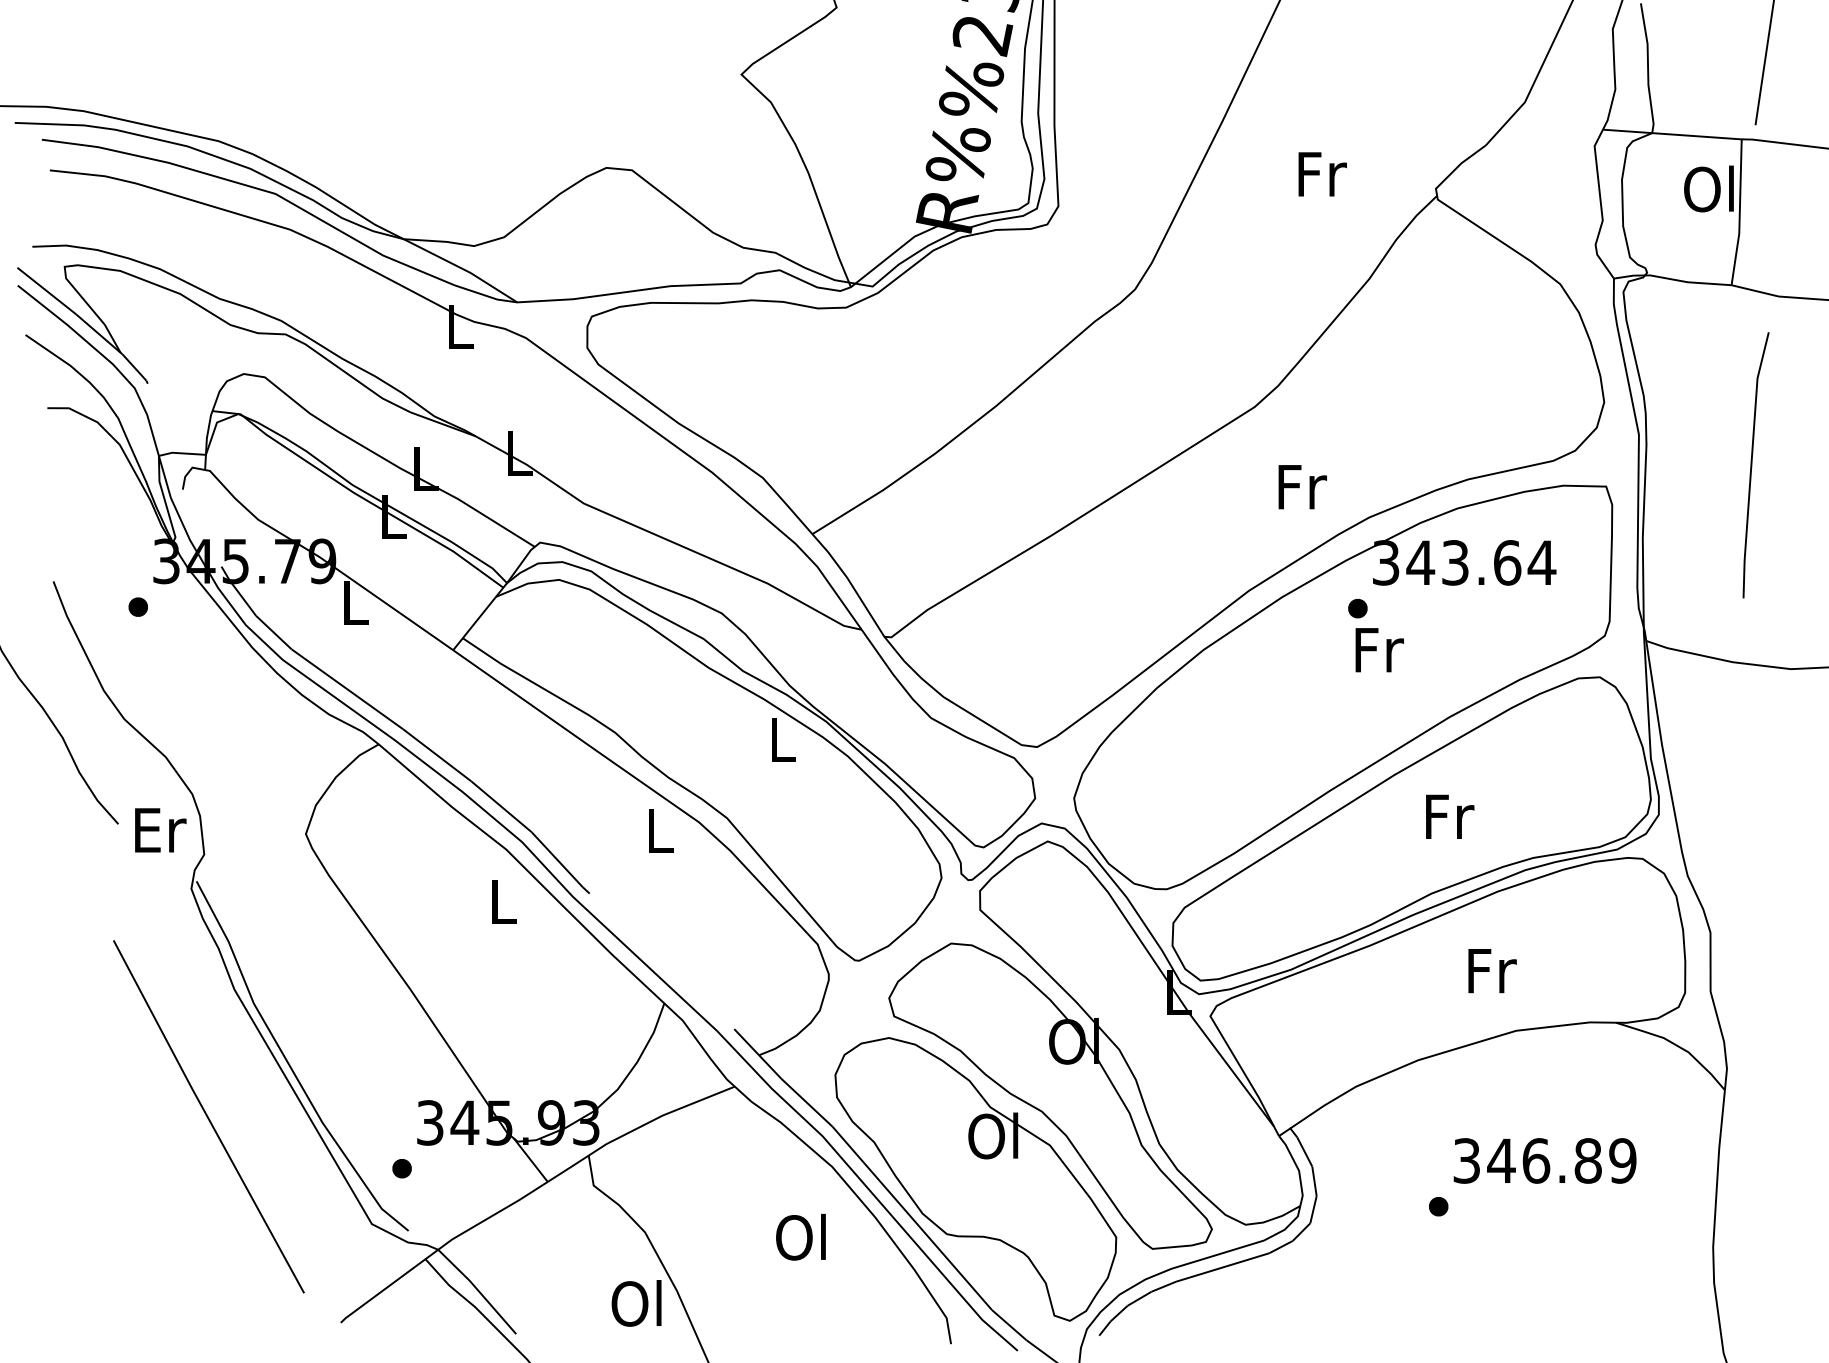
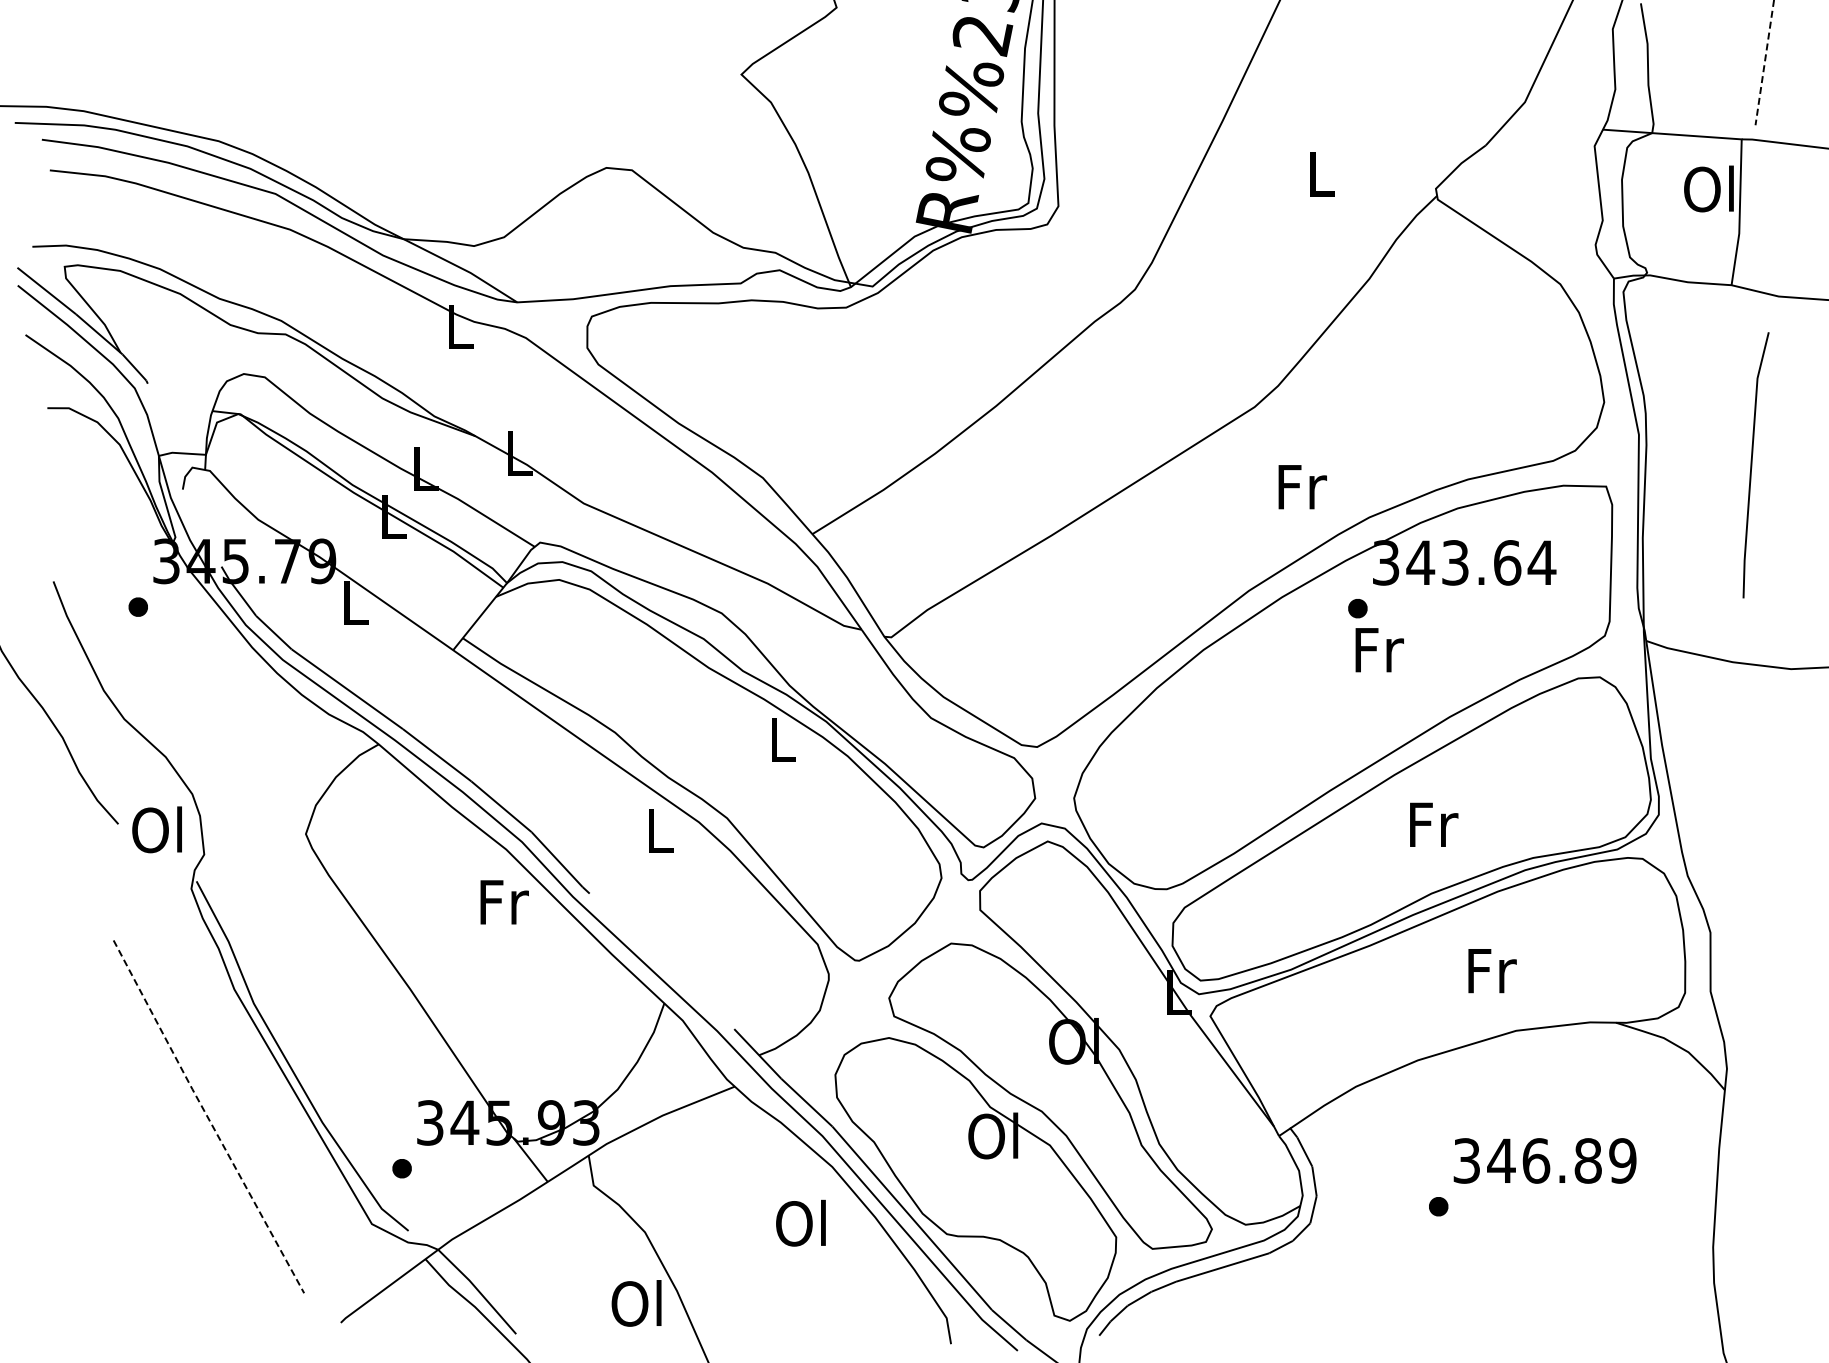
line at (1764, 63): solid -> dashed
text at (1322, 174): Fr -> L
text at (1450, 816) position: (1450, 816) -> (1434, 824)
text at (159, 829): Er -> Ol
text at (504, 902): L -> Fr
line at (207, 1117): solid -> dashed
text at (800, 1236) position: (800, 1236) -> (800, 1222)
